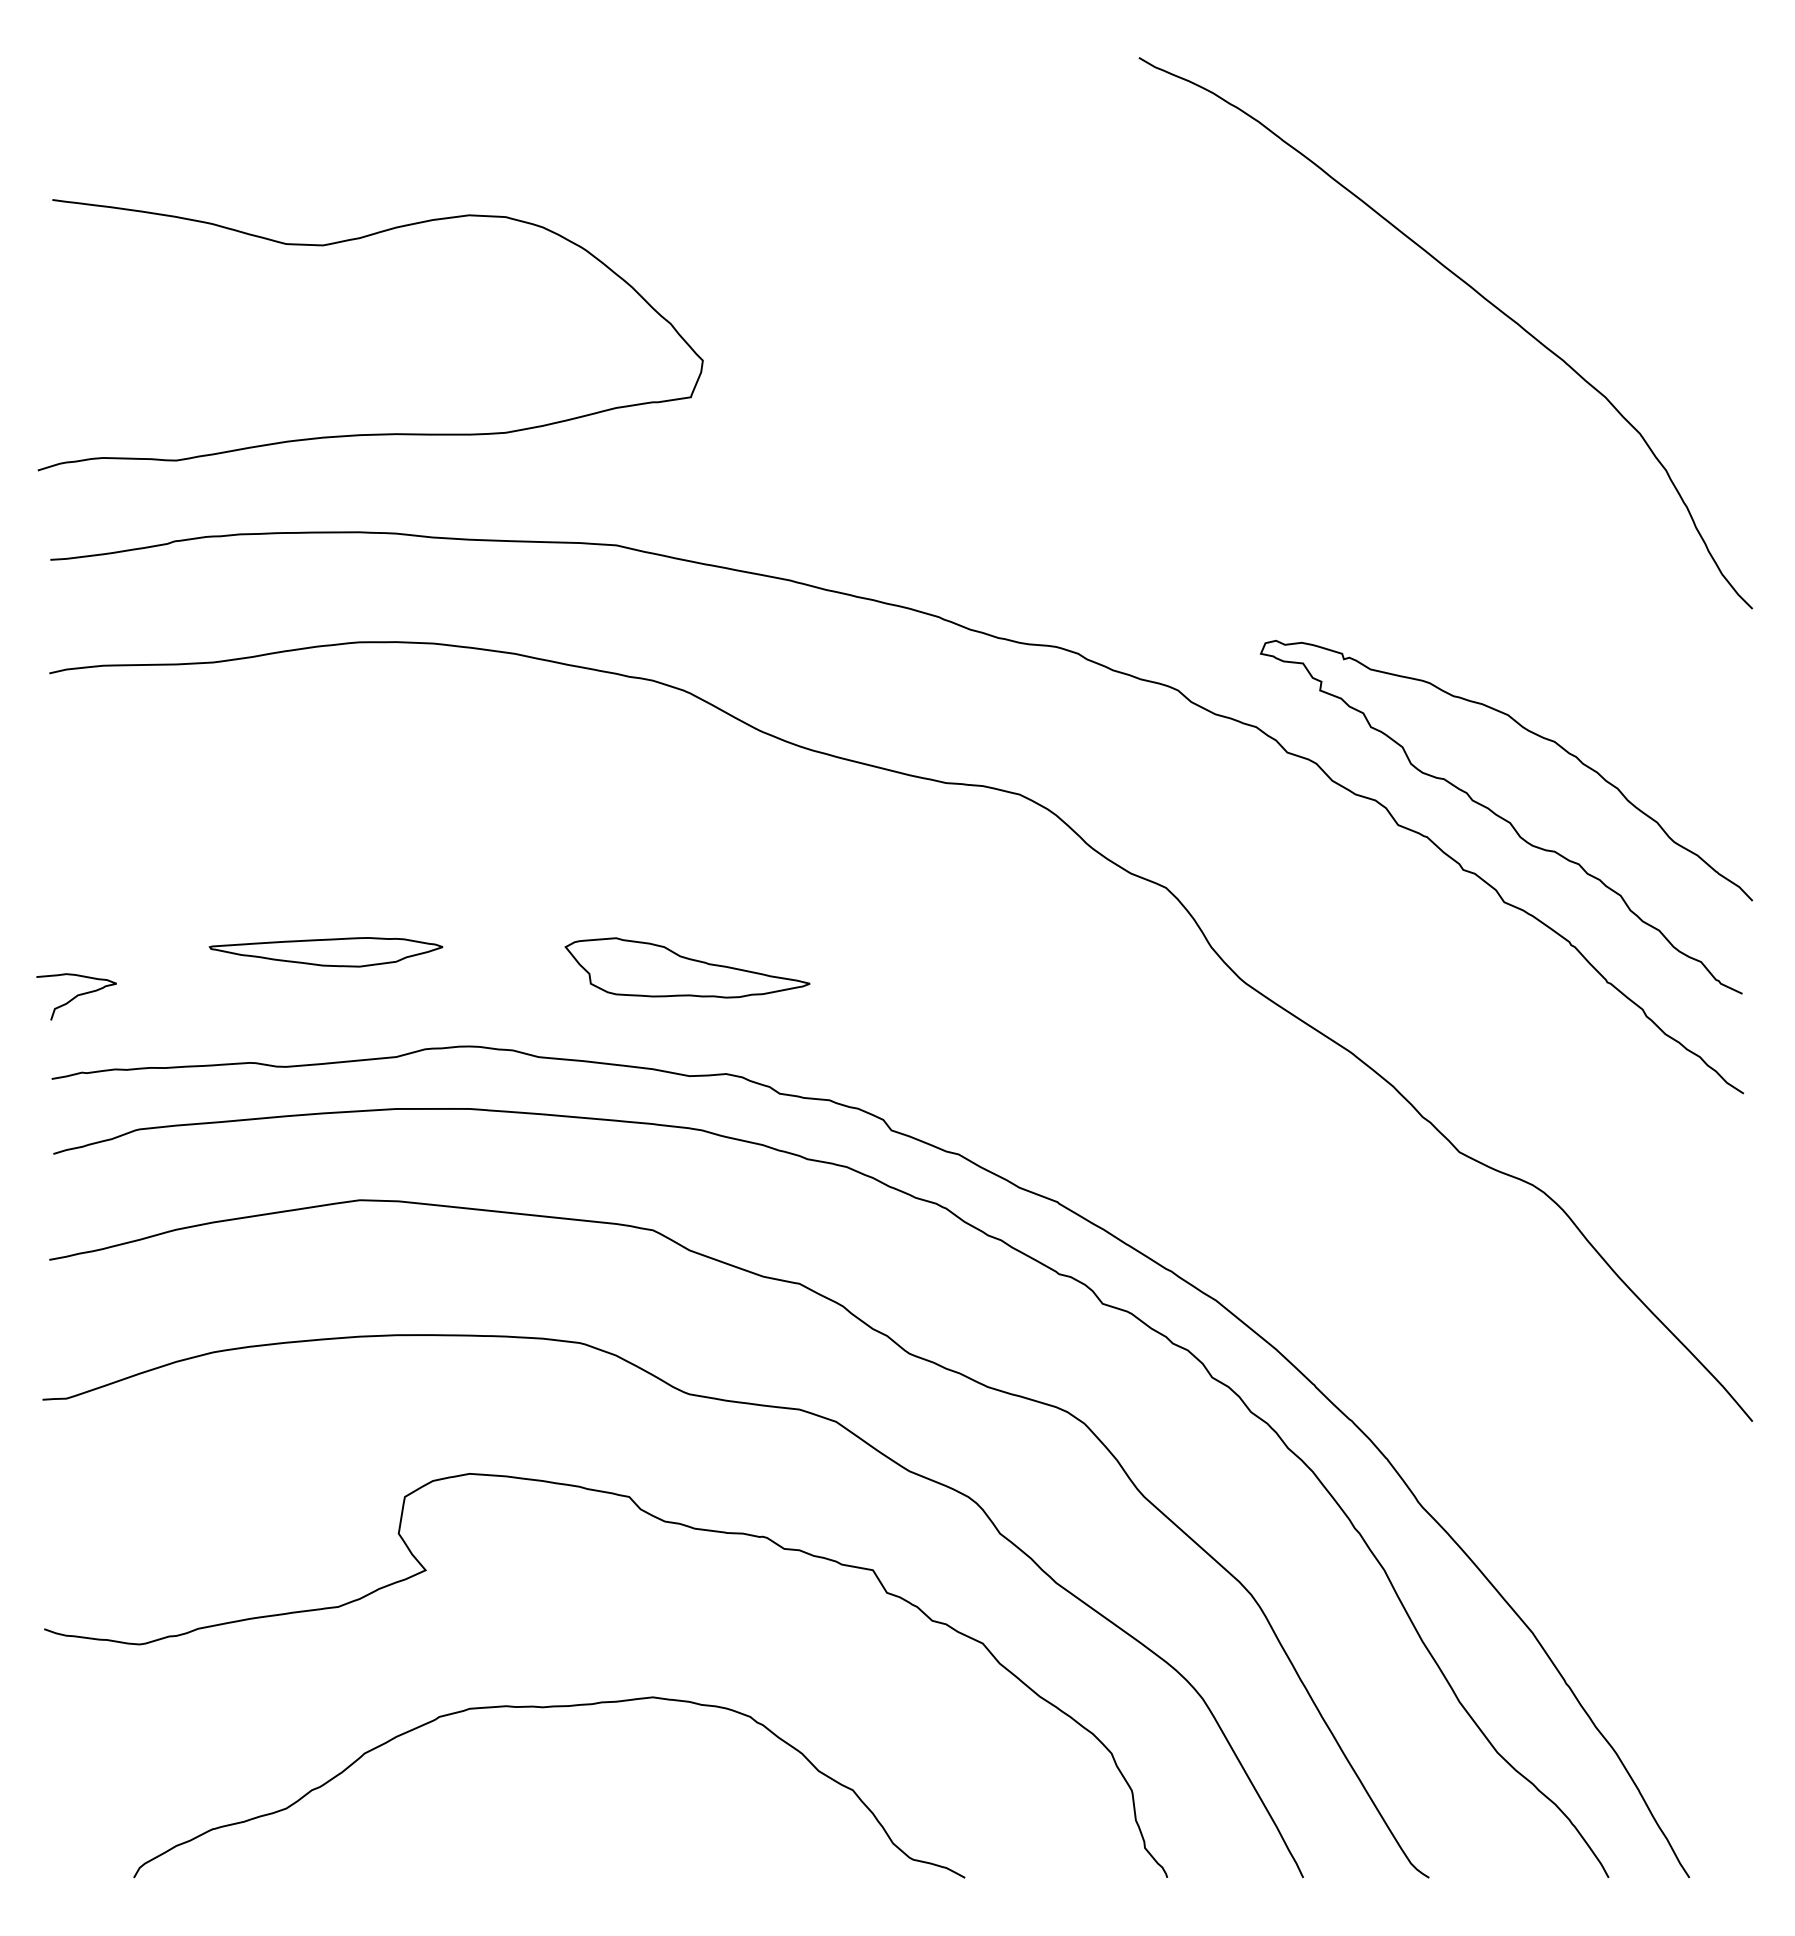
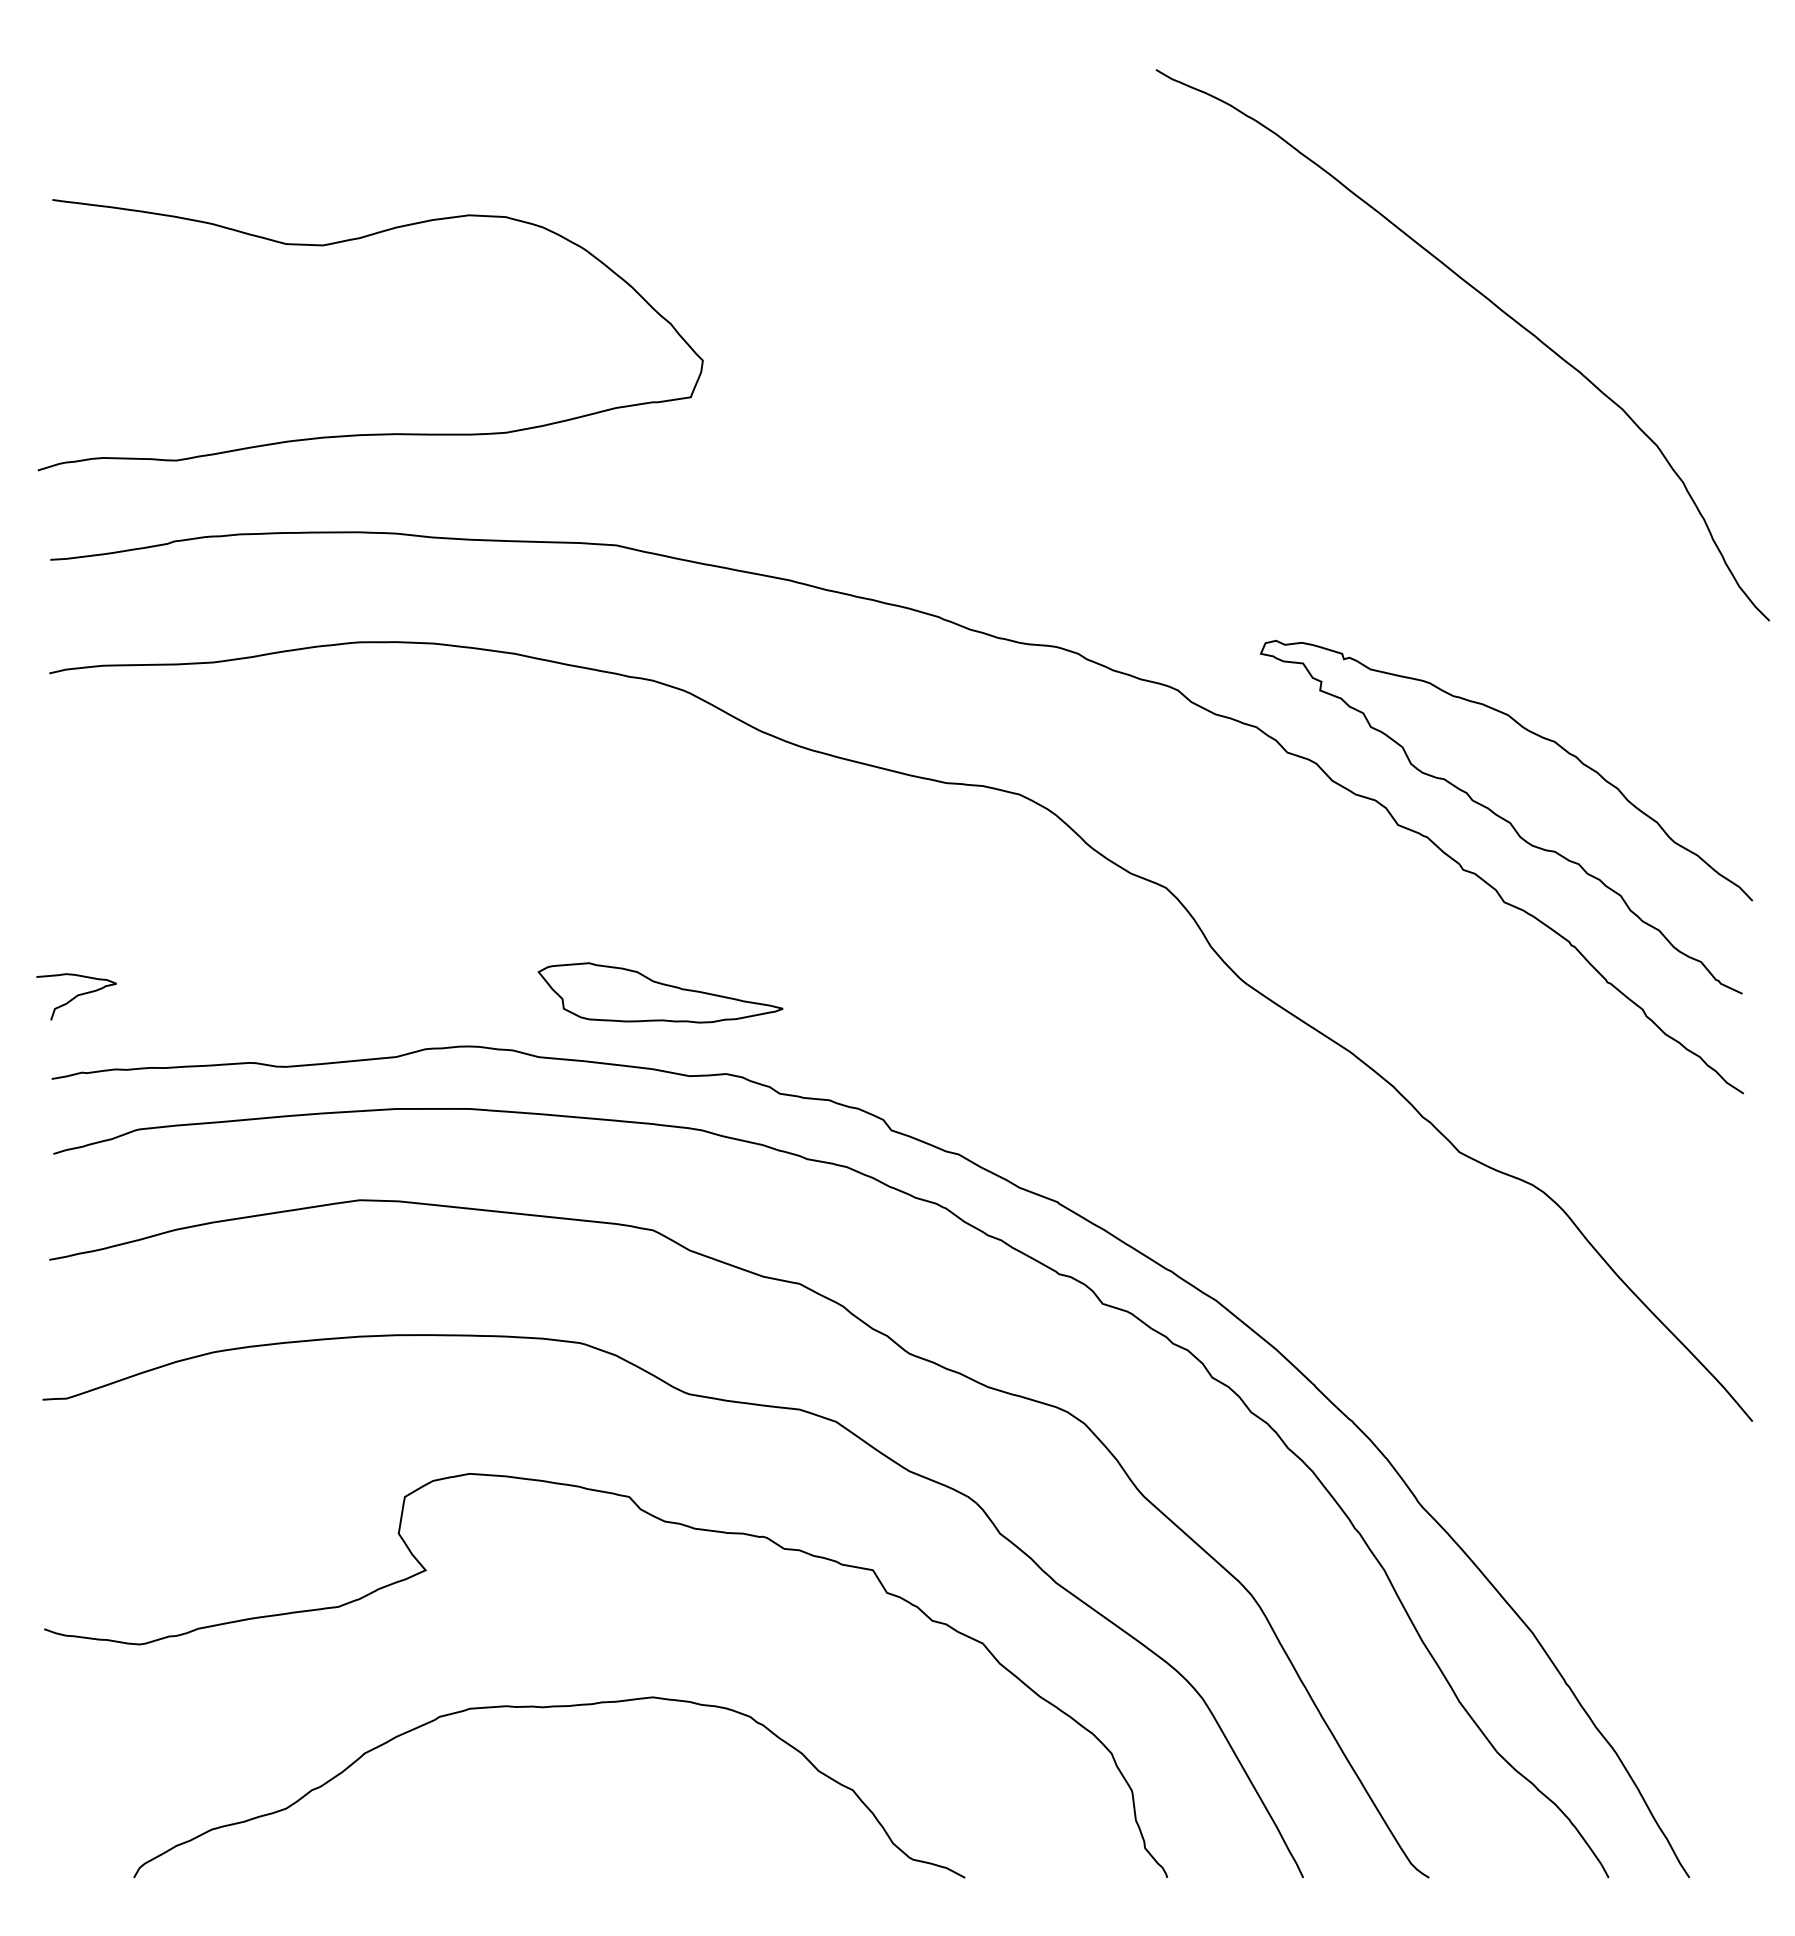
curve at (1480, 296) position: (1480, 296) -> (1497, 308)
part at (325, 952): present -> none
part at (687, 967) position: (687, 967) -> (660, 992)
